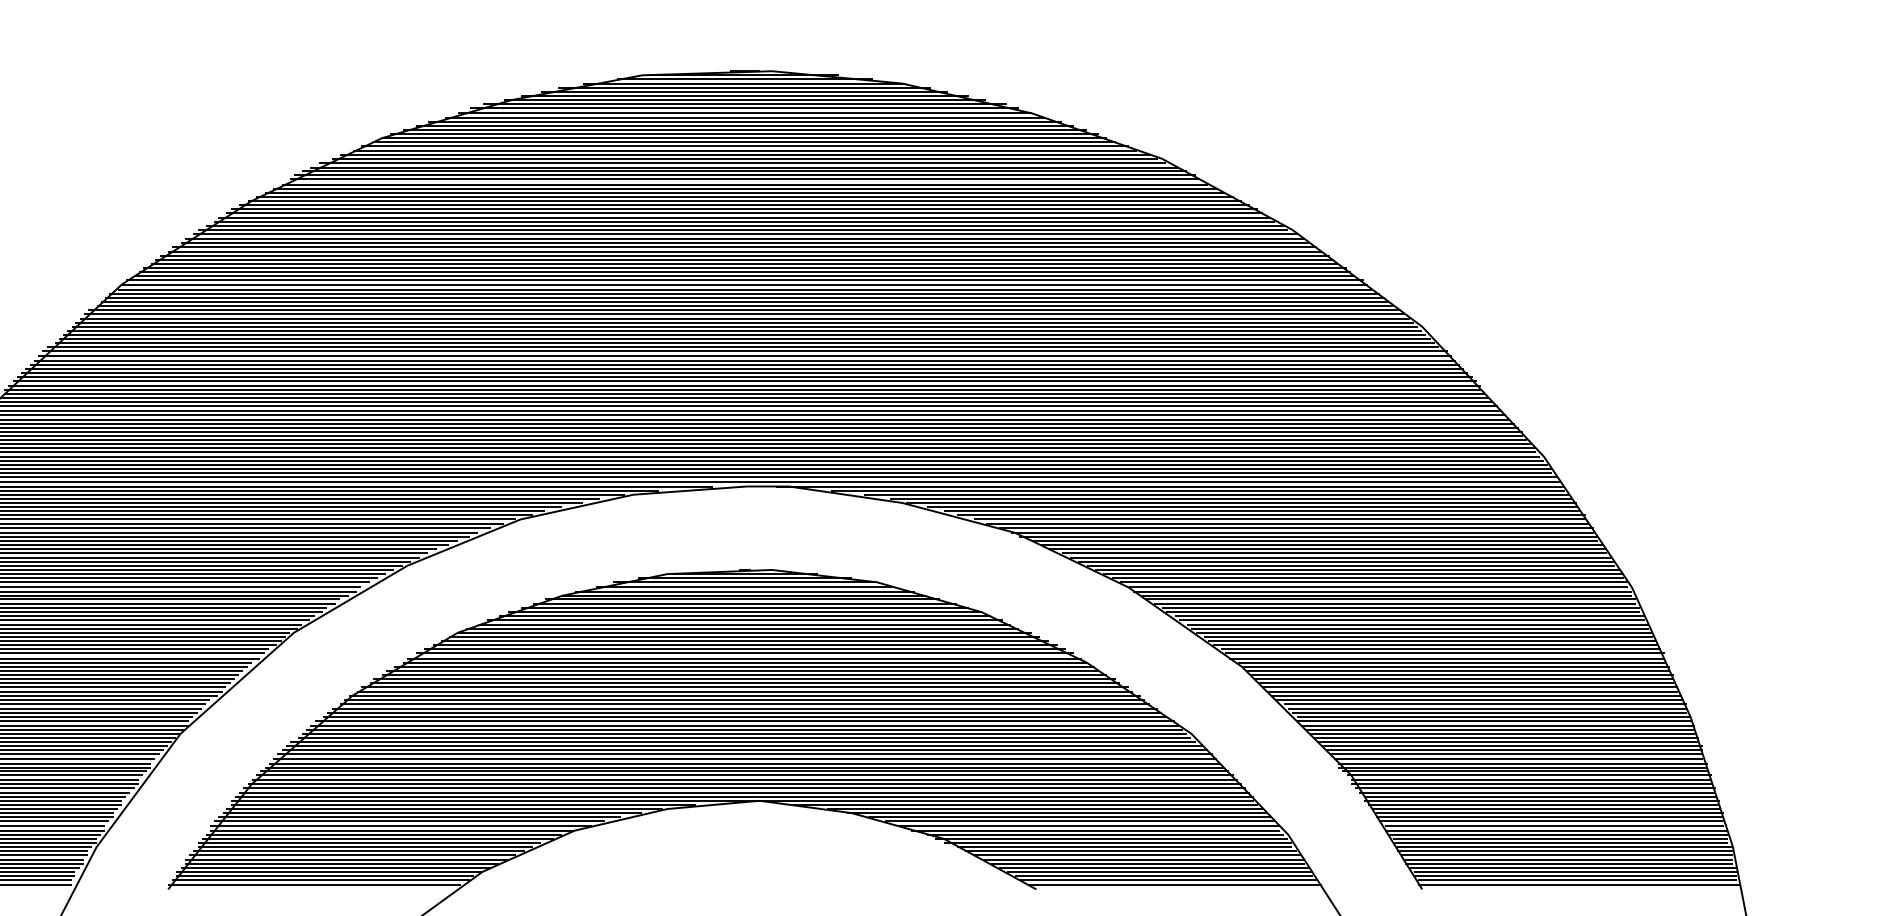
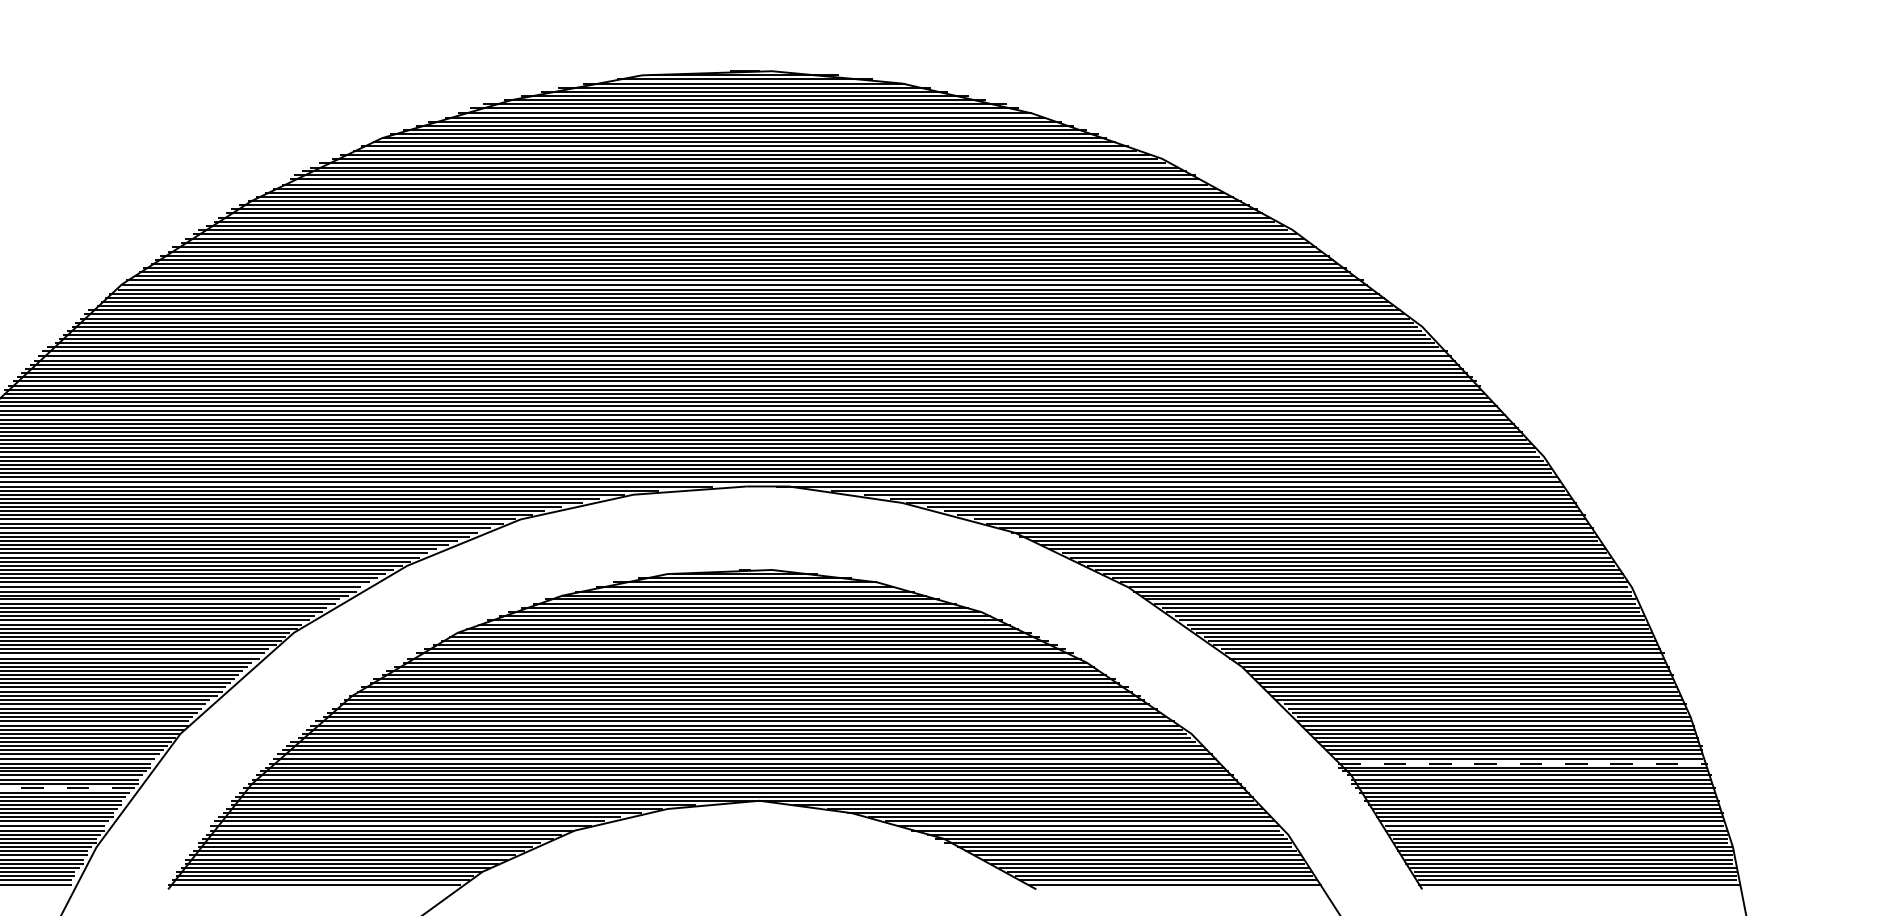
line at (1523, 763): solid -> dashed
line at (66, 788): solid -> dashed
